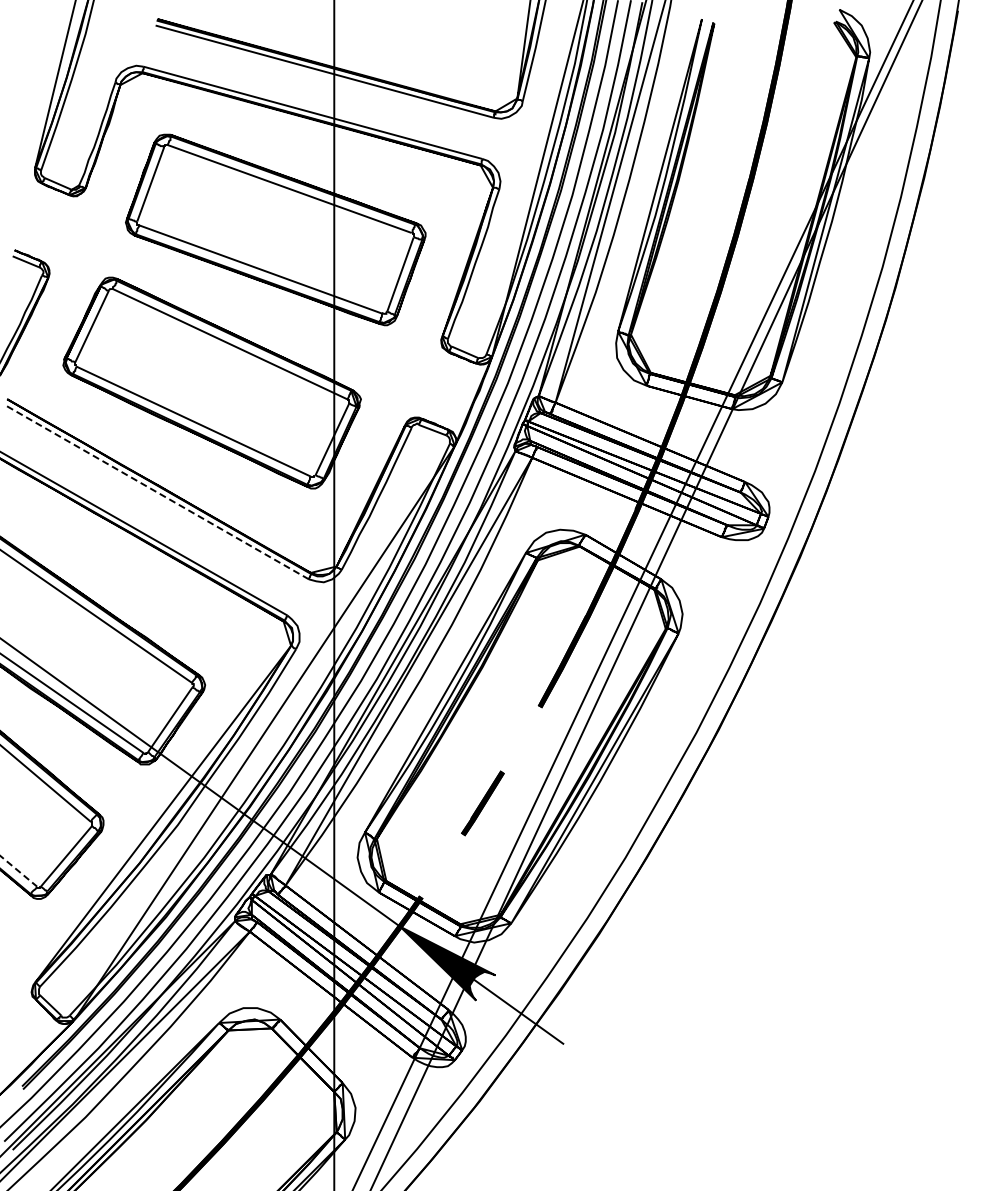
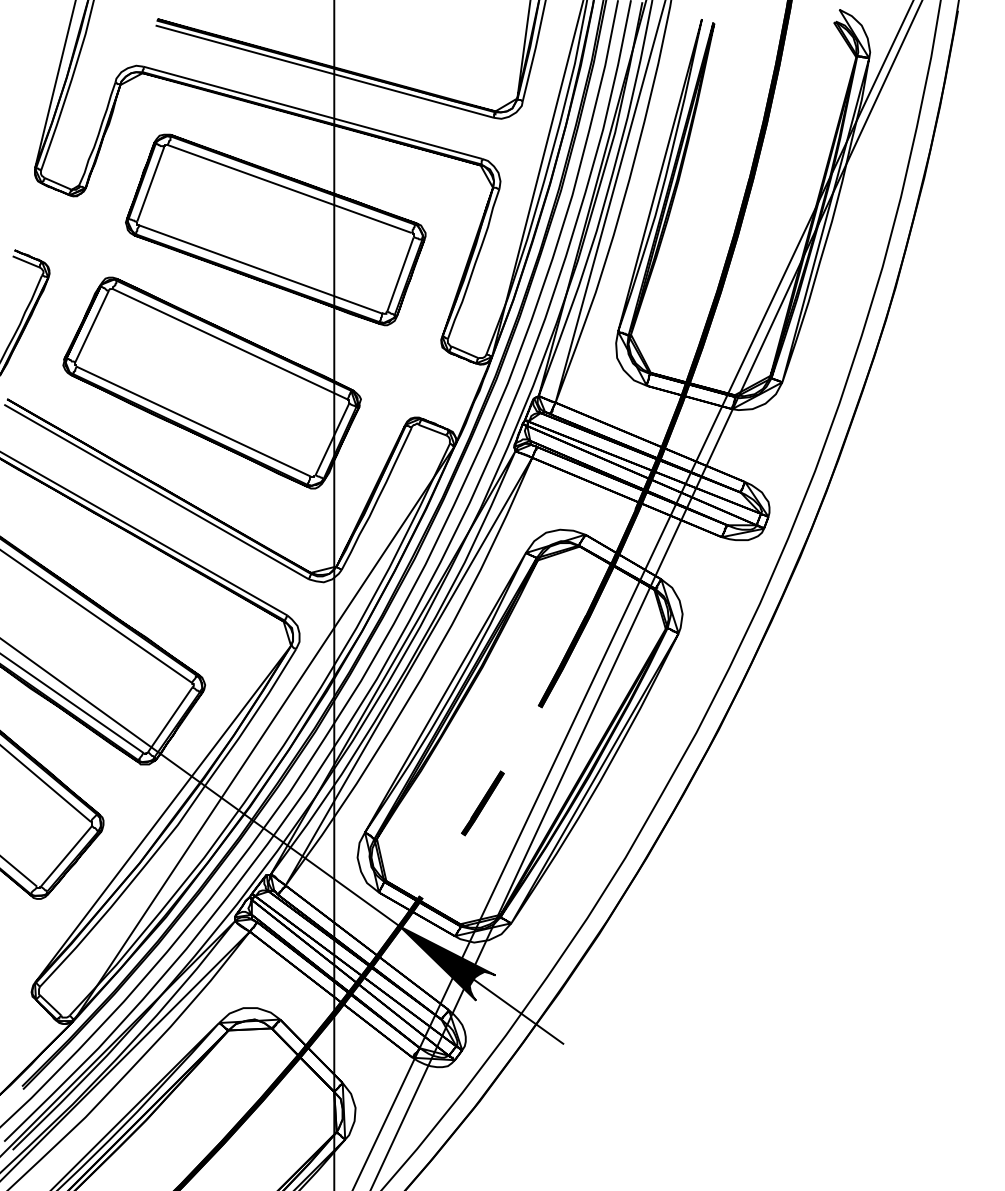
line at (156, 492): dashed -> solid
line at (18, 871): dashed -> solid
